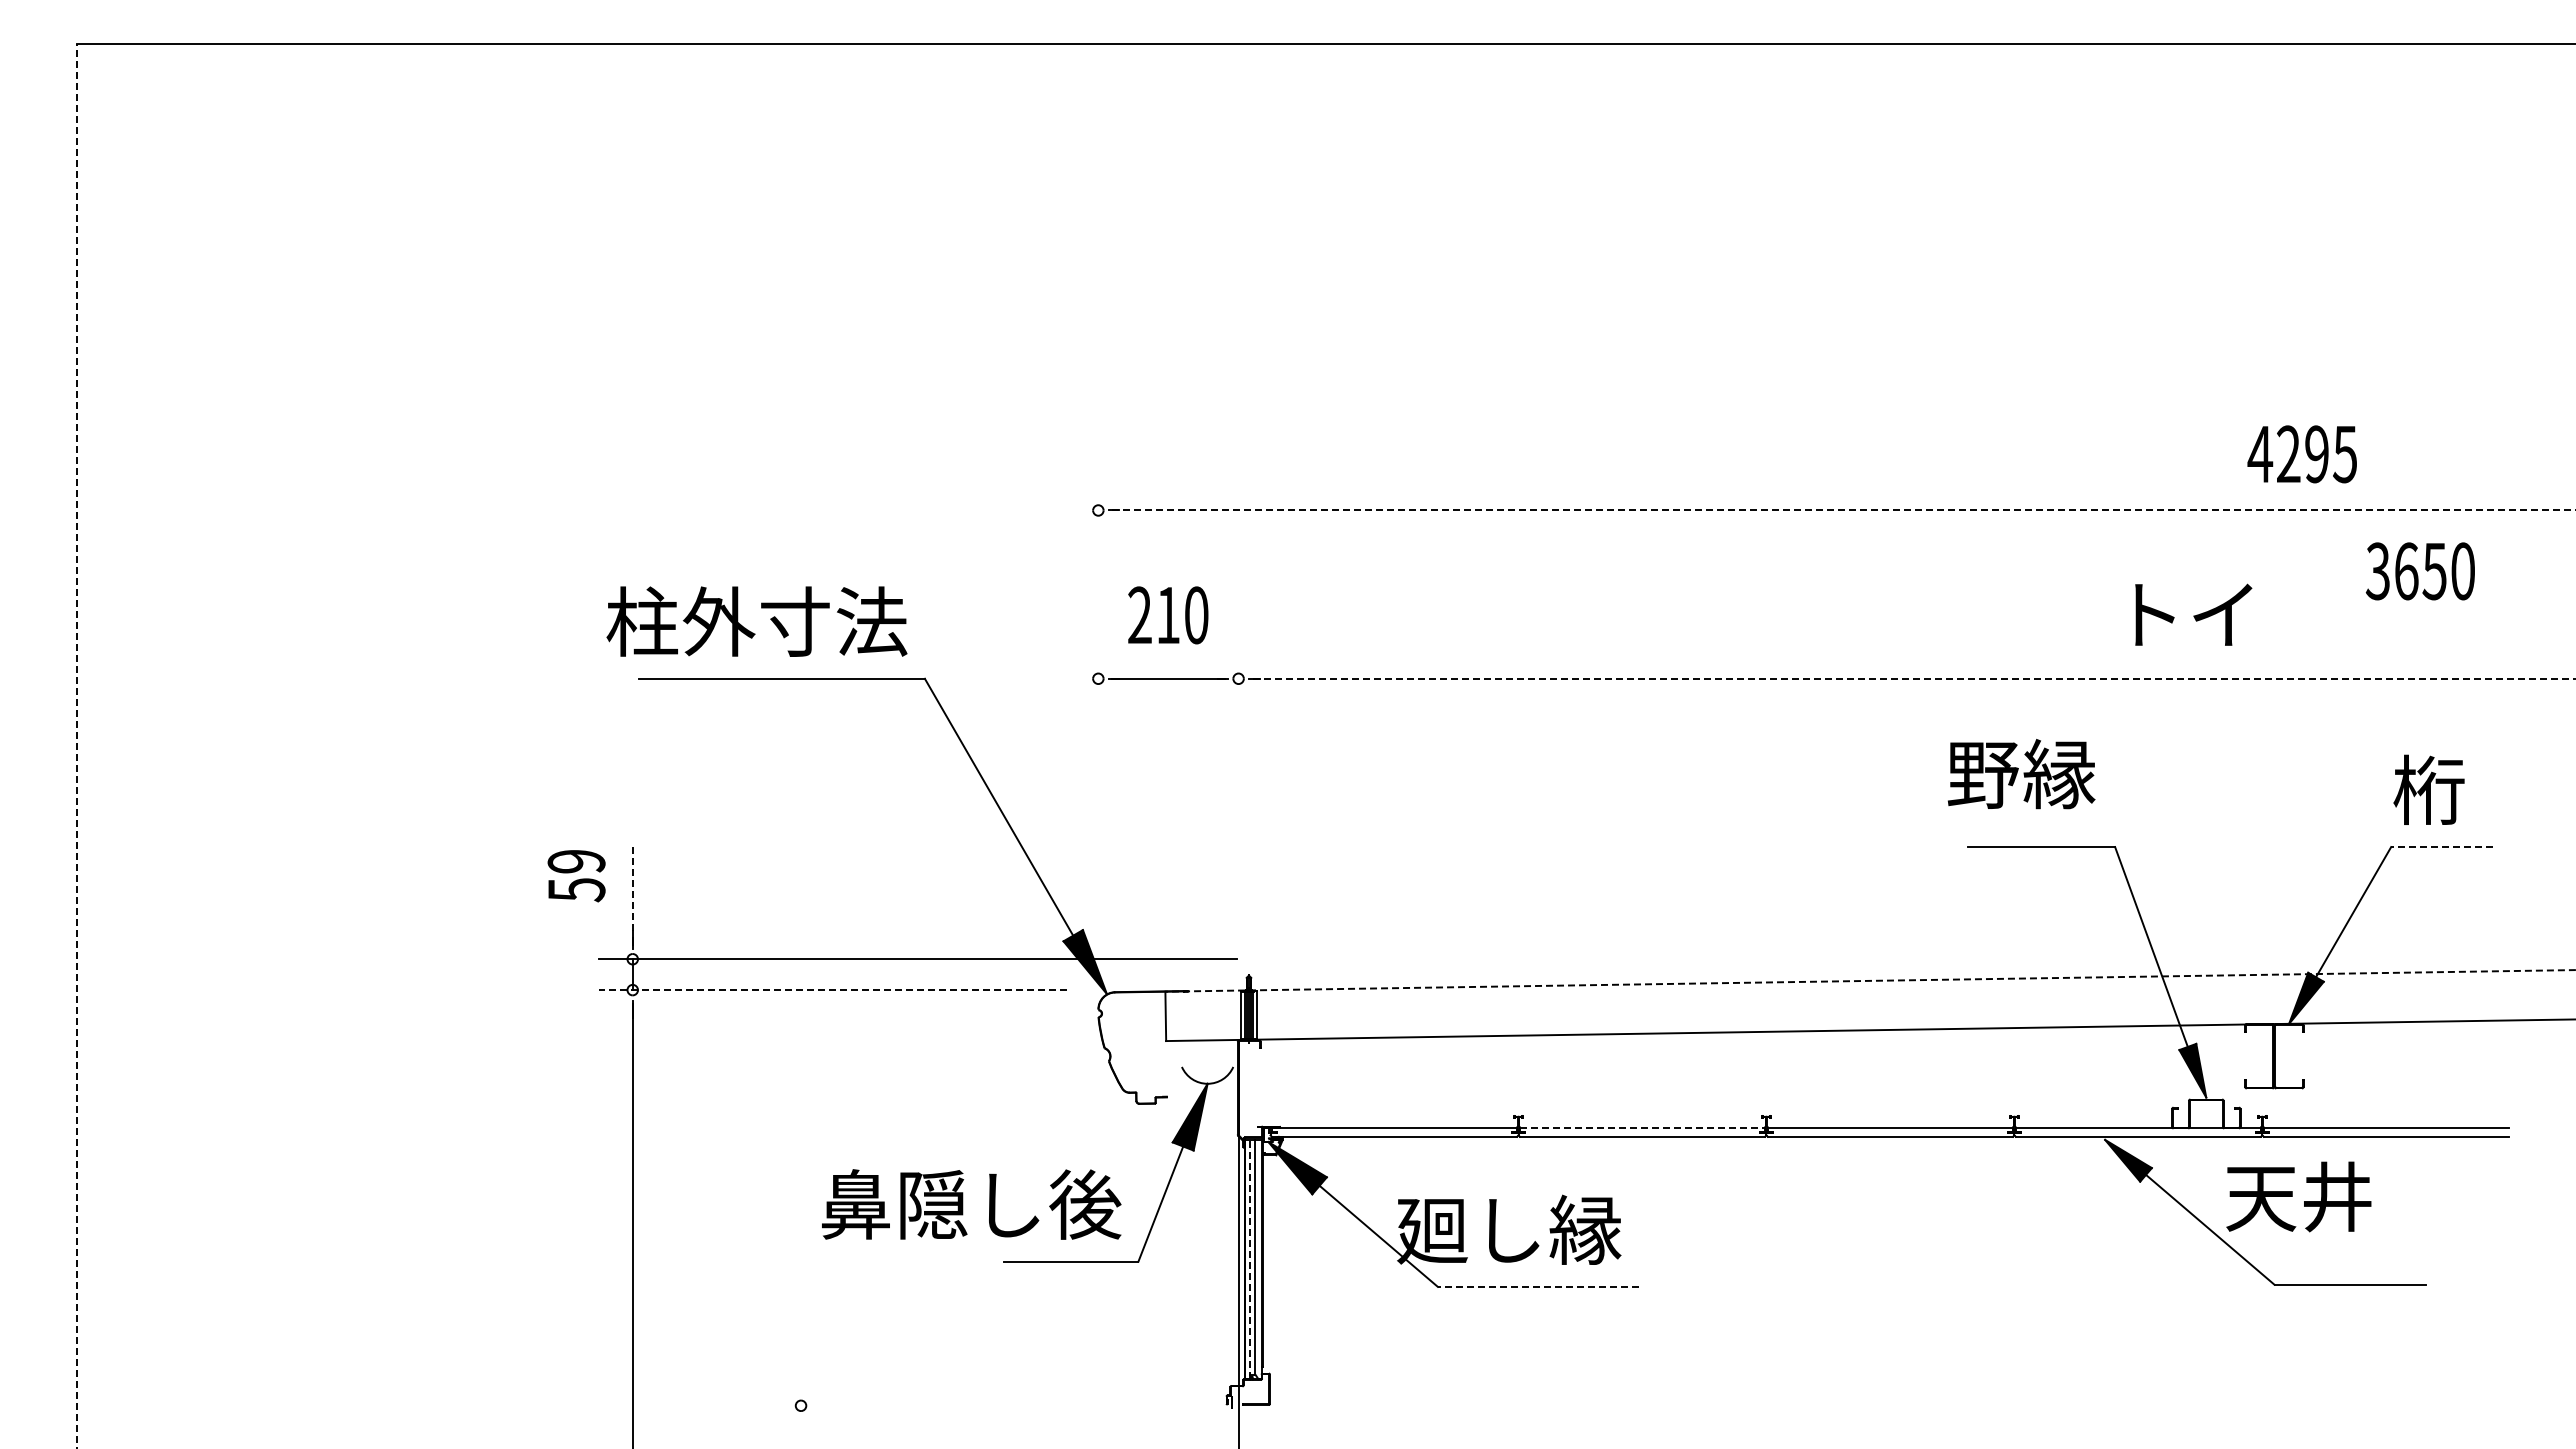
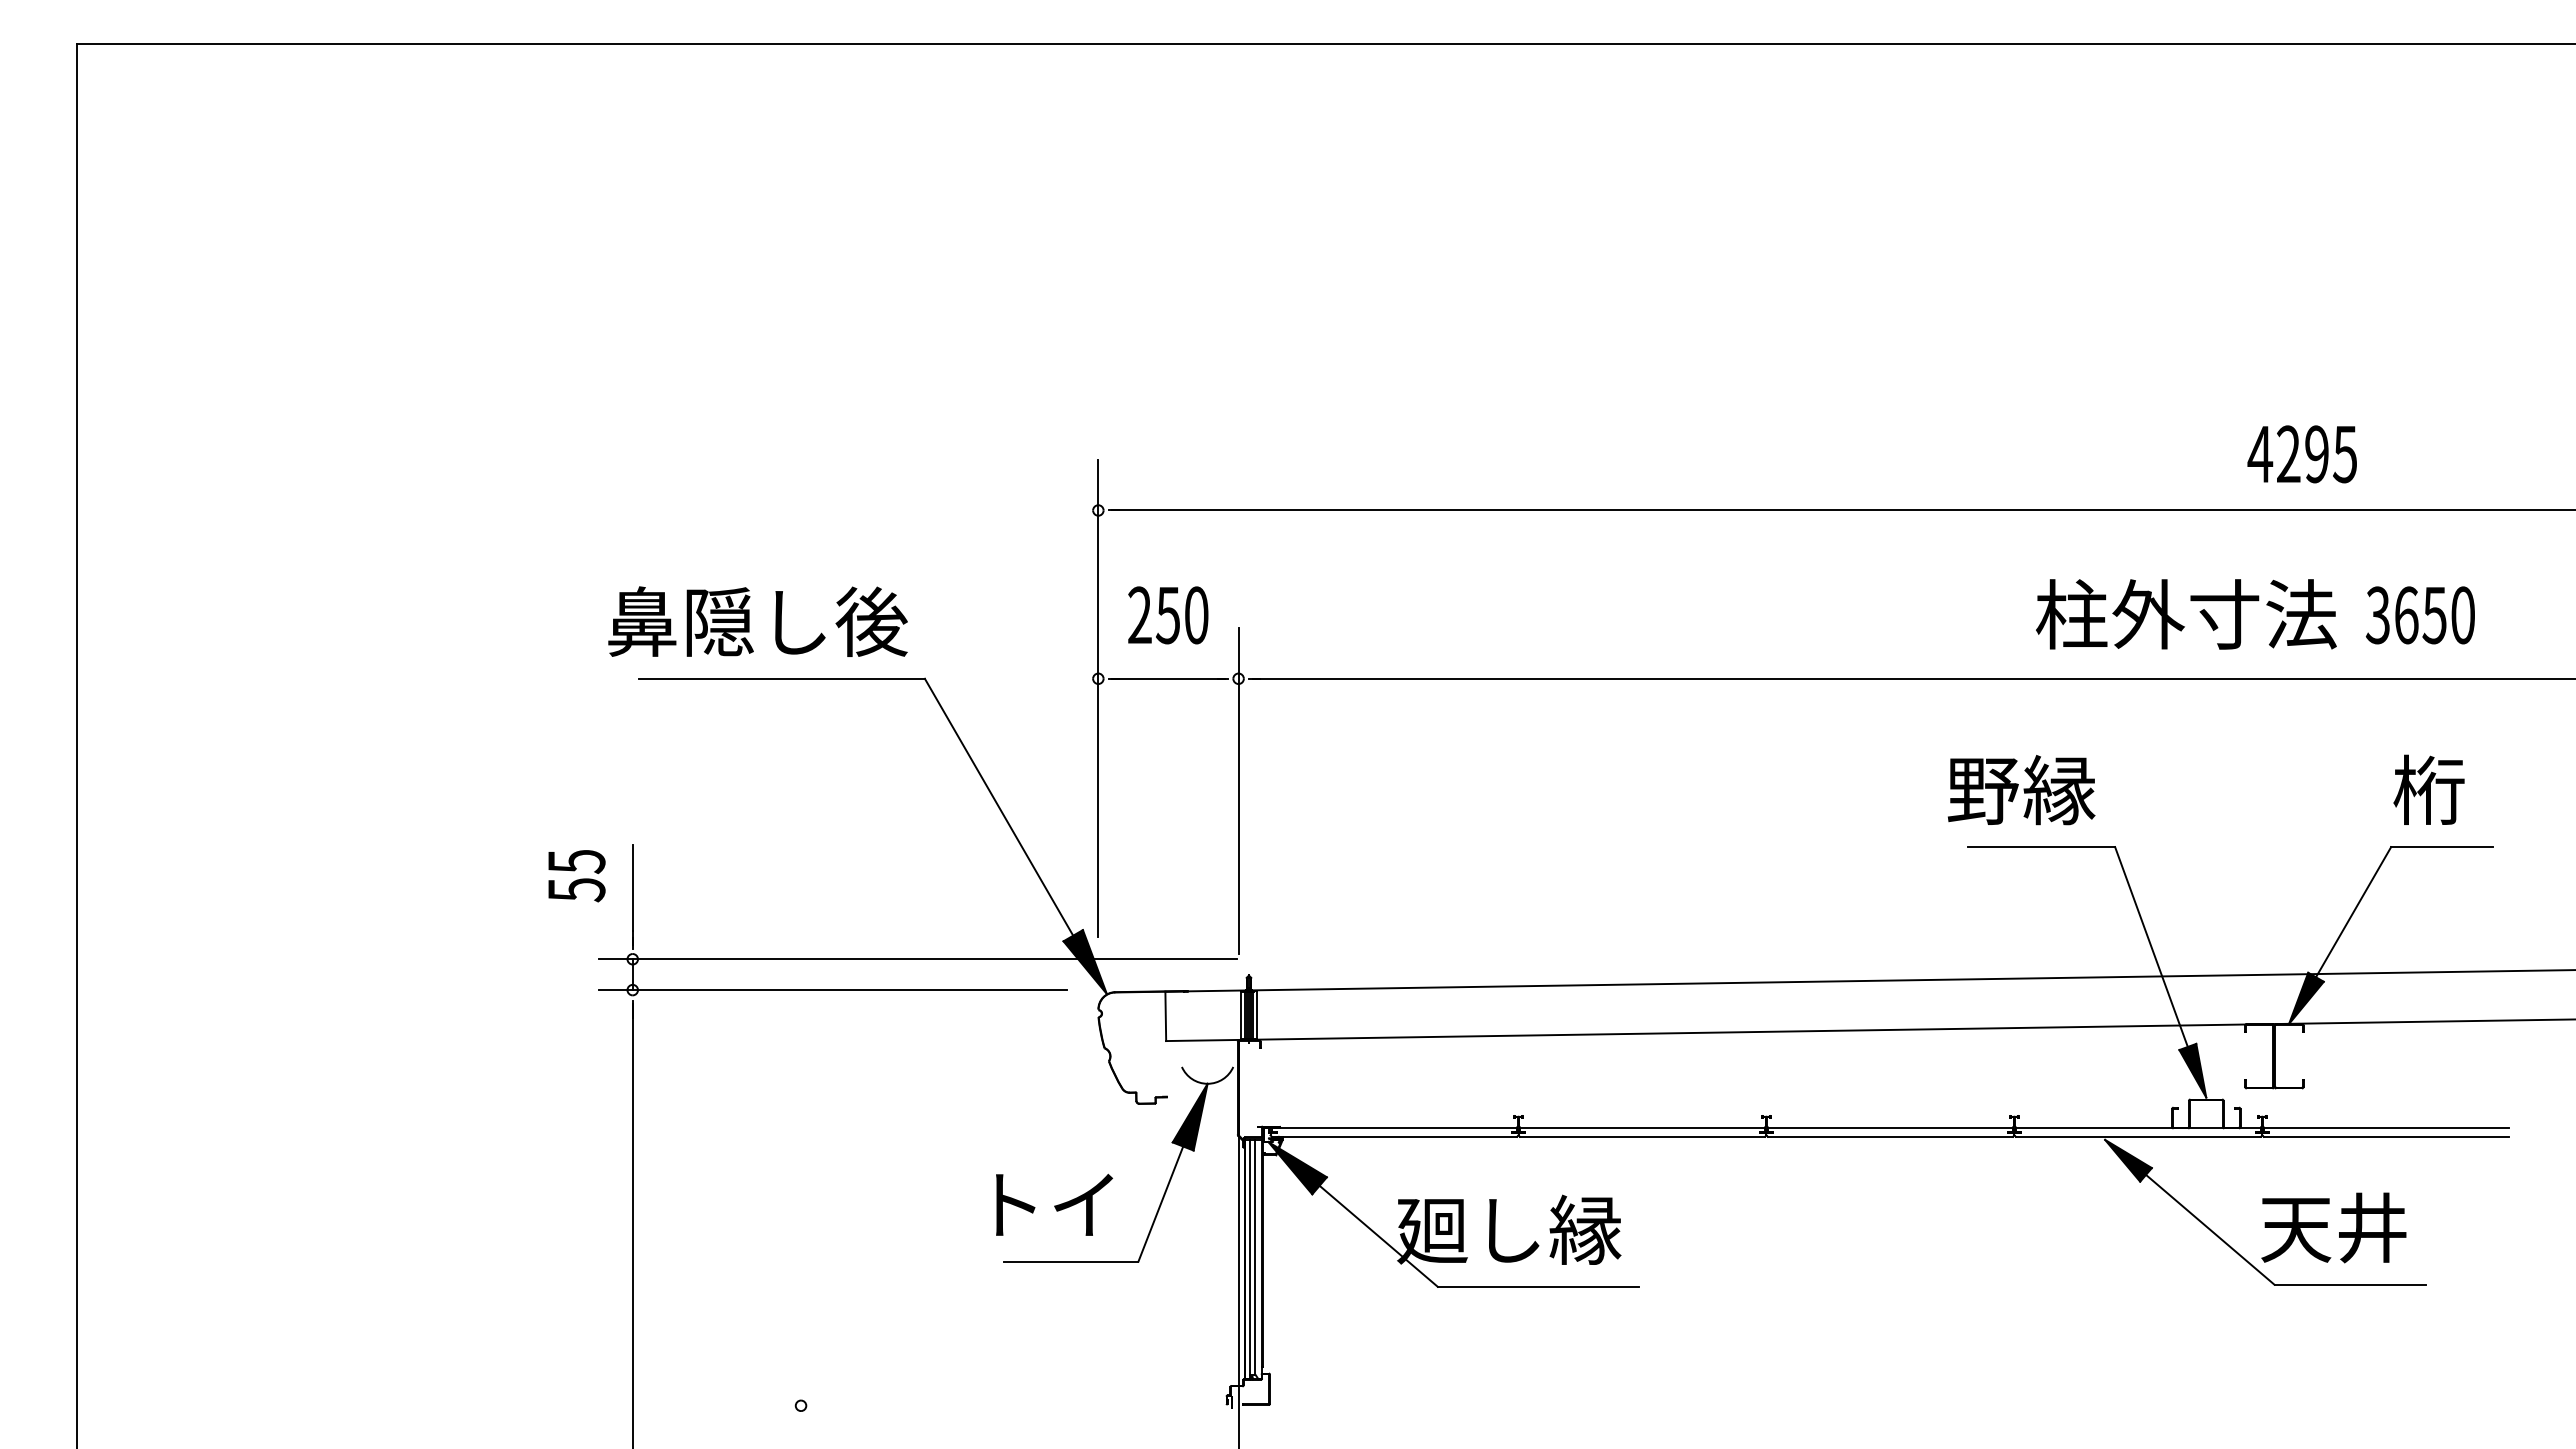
line at (1844, 510): dashed -> solid
text at (2419, 571) position: (2419, 571) -> (2419, 615)
text at (2186, 614): トイ -> 柱外寸法
text at (1167, 615): 210 -> 250
text at (756, 621): 柱外寸法 -> 鼻隠し後
line at (1914, 678): dashed -> solid
line at (1098, 698): none -> present
line at (77, 746): dashed -> solid
text at (2021, 774) position: (2021, 774) -> (2021, 790)
line at (1238, 791): none -> present
line at (2442, 847): dashed -> solid
text at (576, 862): 59 -> 55
line at (632, 888): dashed -> solid
line at (1870, 980): dashed -> solid
line at (832, 990): dashed -> solid
line at (1642, 1128): dashed -> solid
text at (2298, 1196) position: (2298, 1196) -> (2333, 1227)
text at (971, 1204): 鼻隠し後 -> トイ
line at (1250, 1259): dashed -> solid
line at (1537, 1286): dashed -> solid
